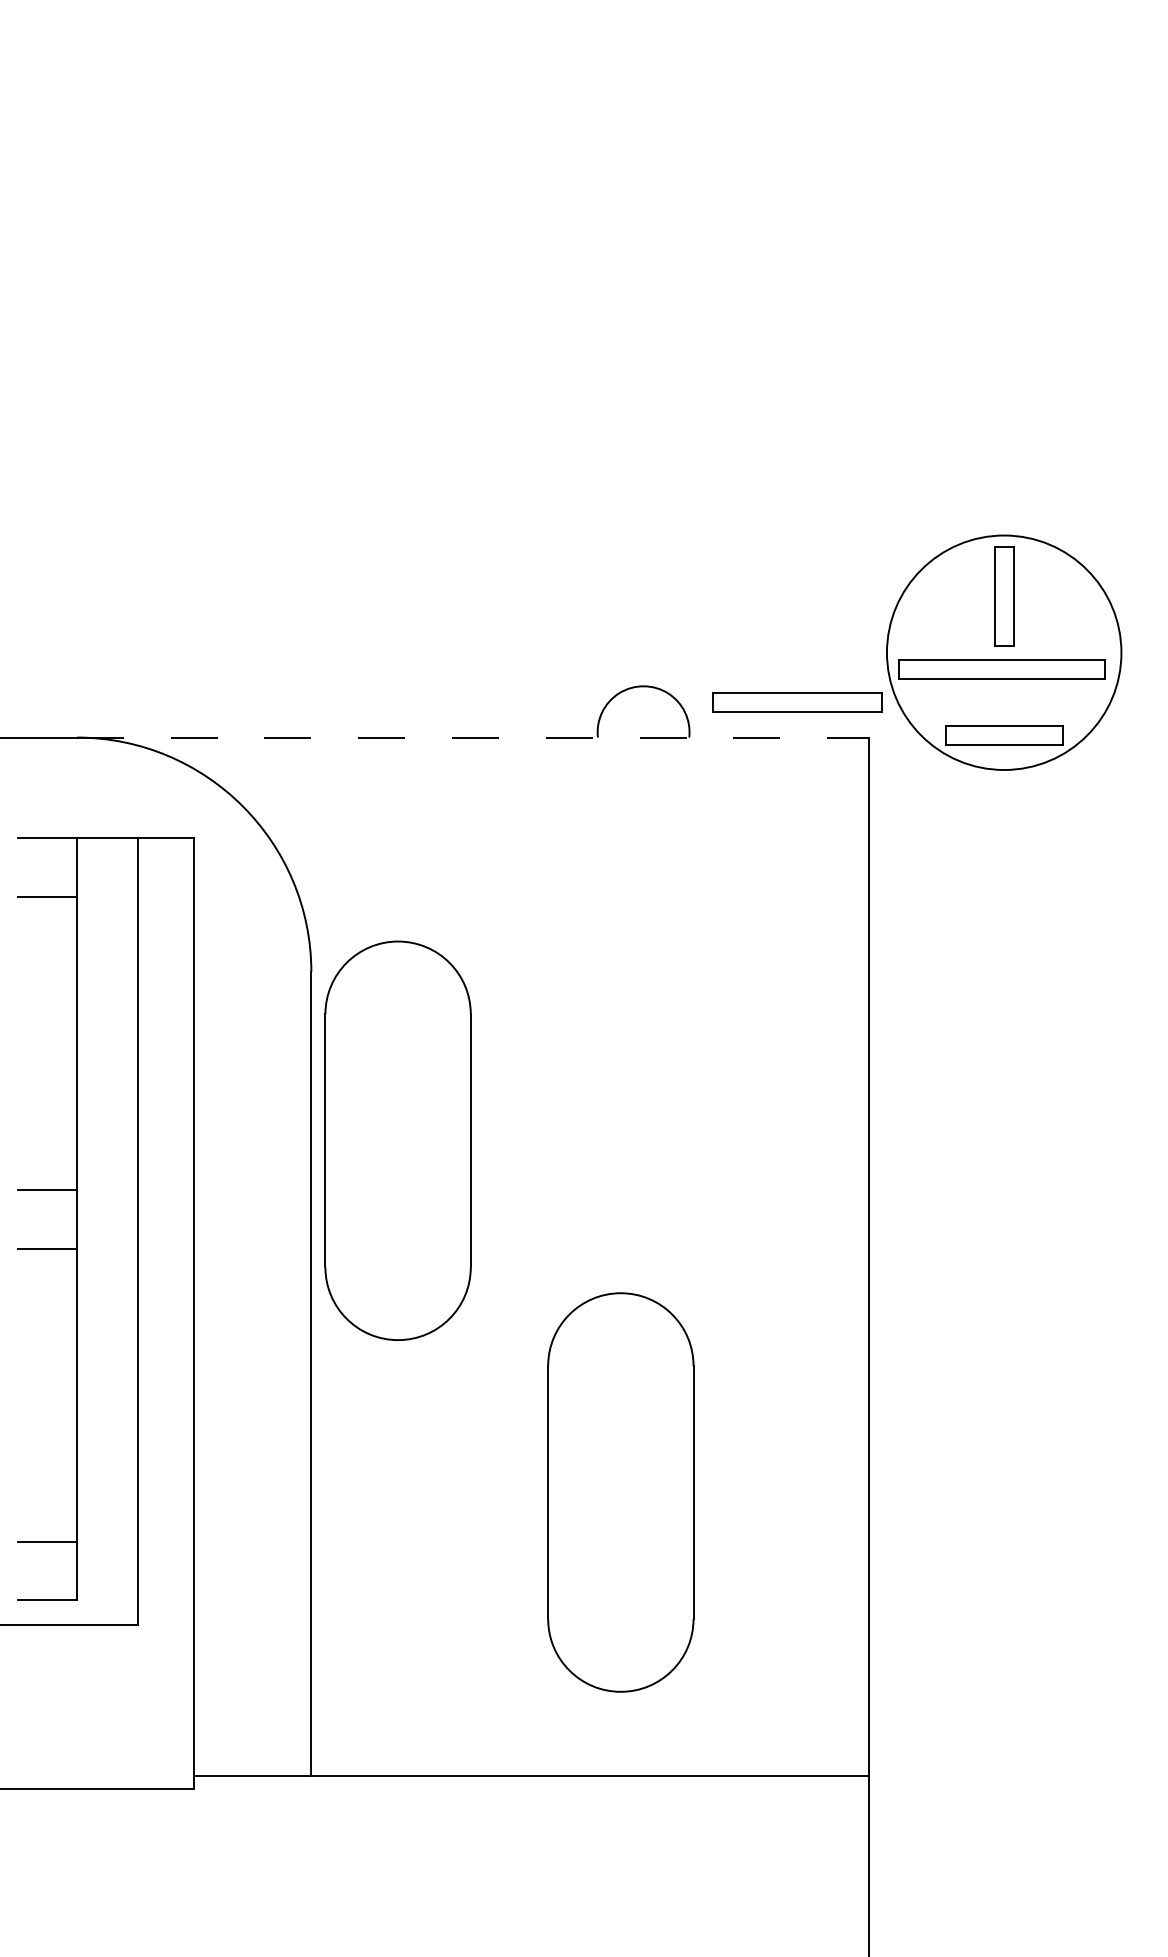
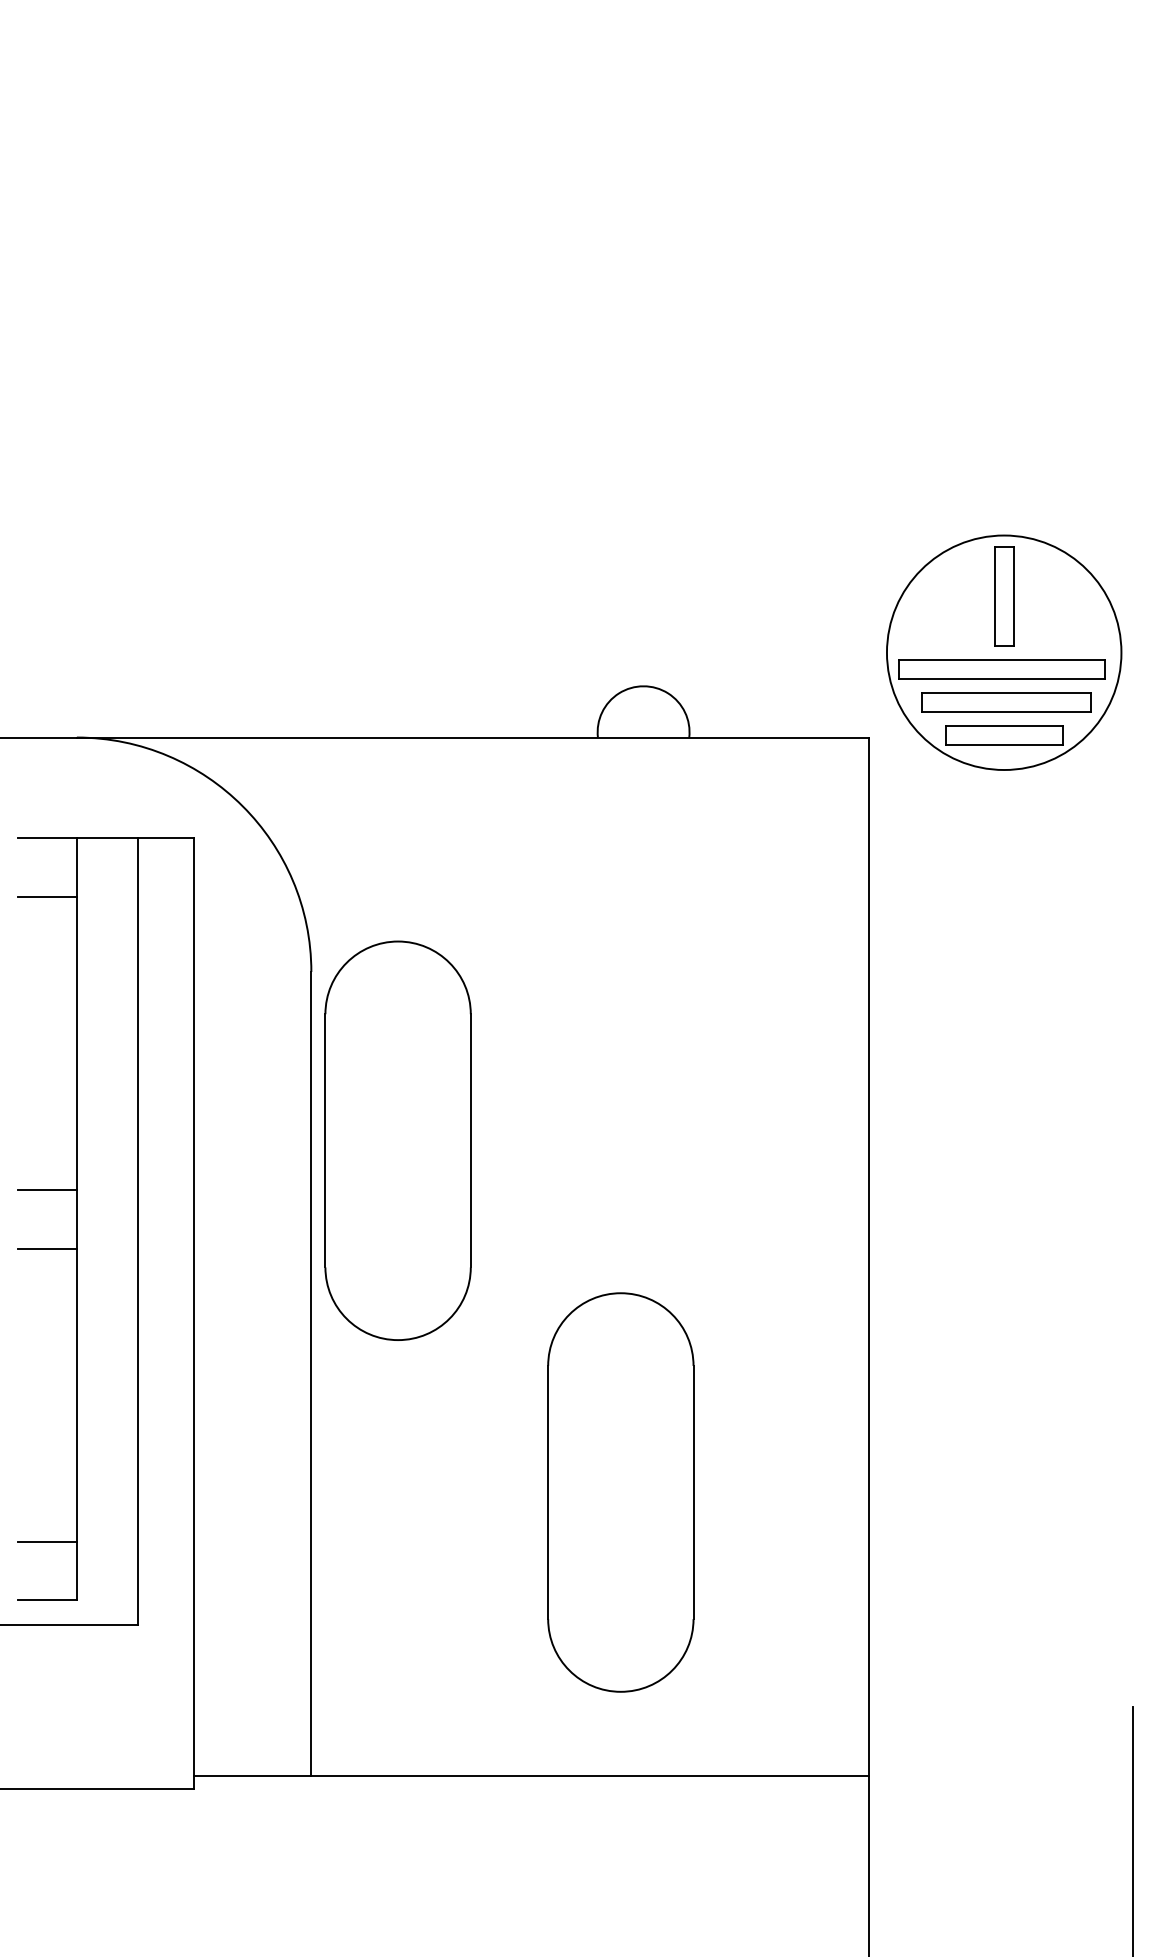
part at (797, 702) position: (797, 702) -> (1006, 702)
line at (473, 737): dashed -> solid
line at (1132, 1829): none -> present
